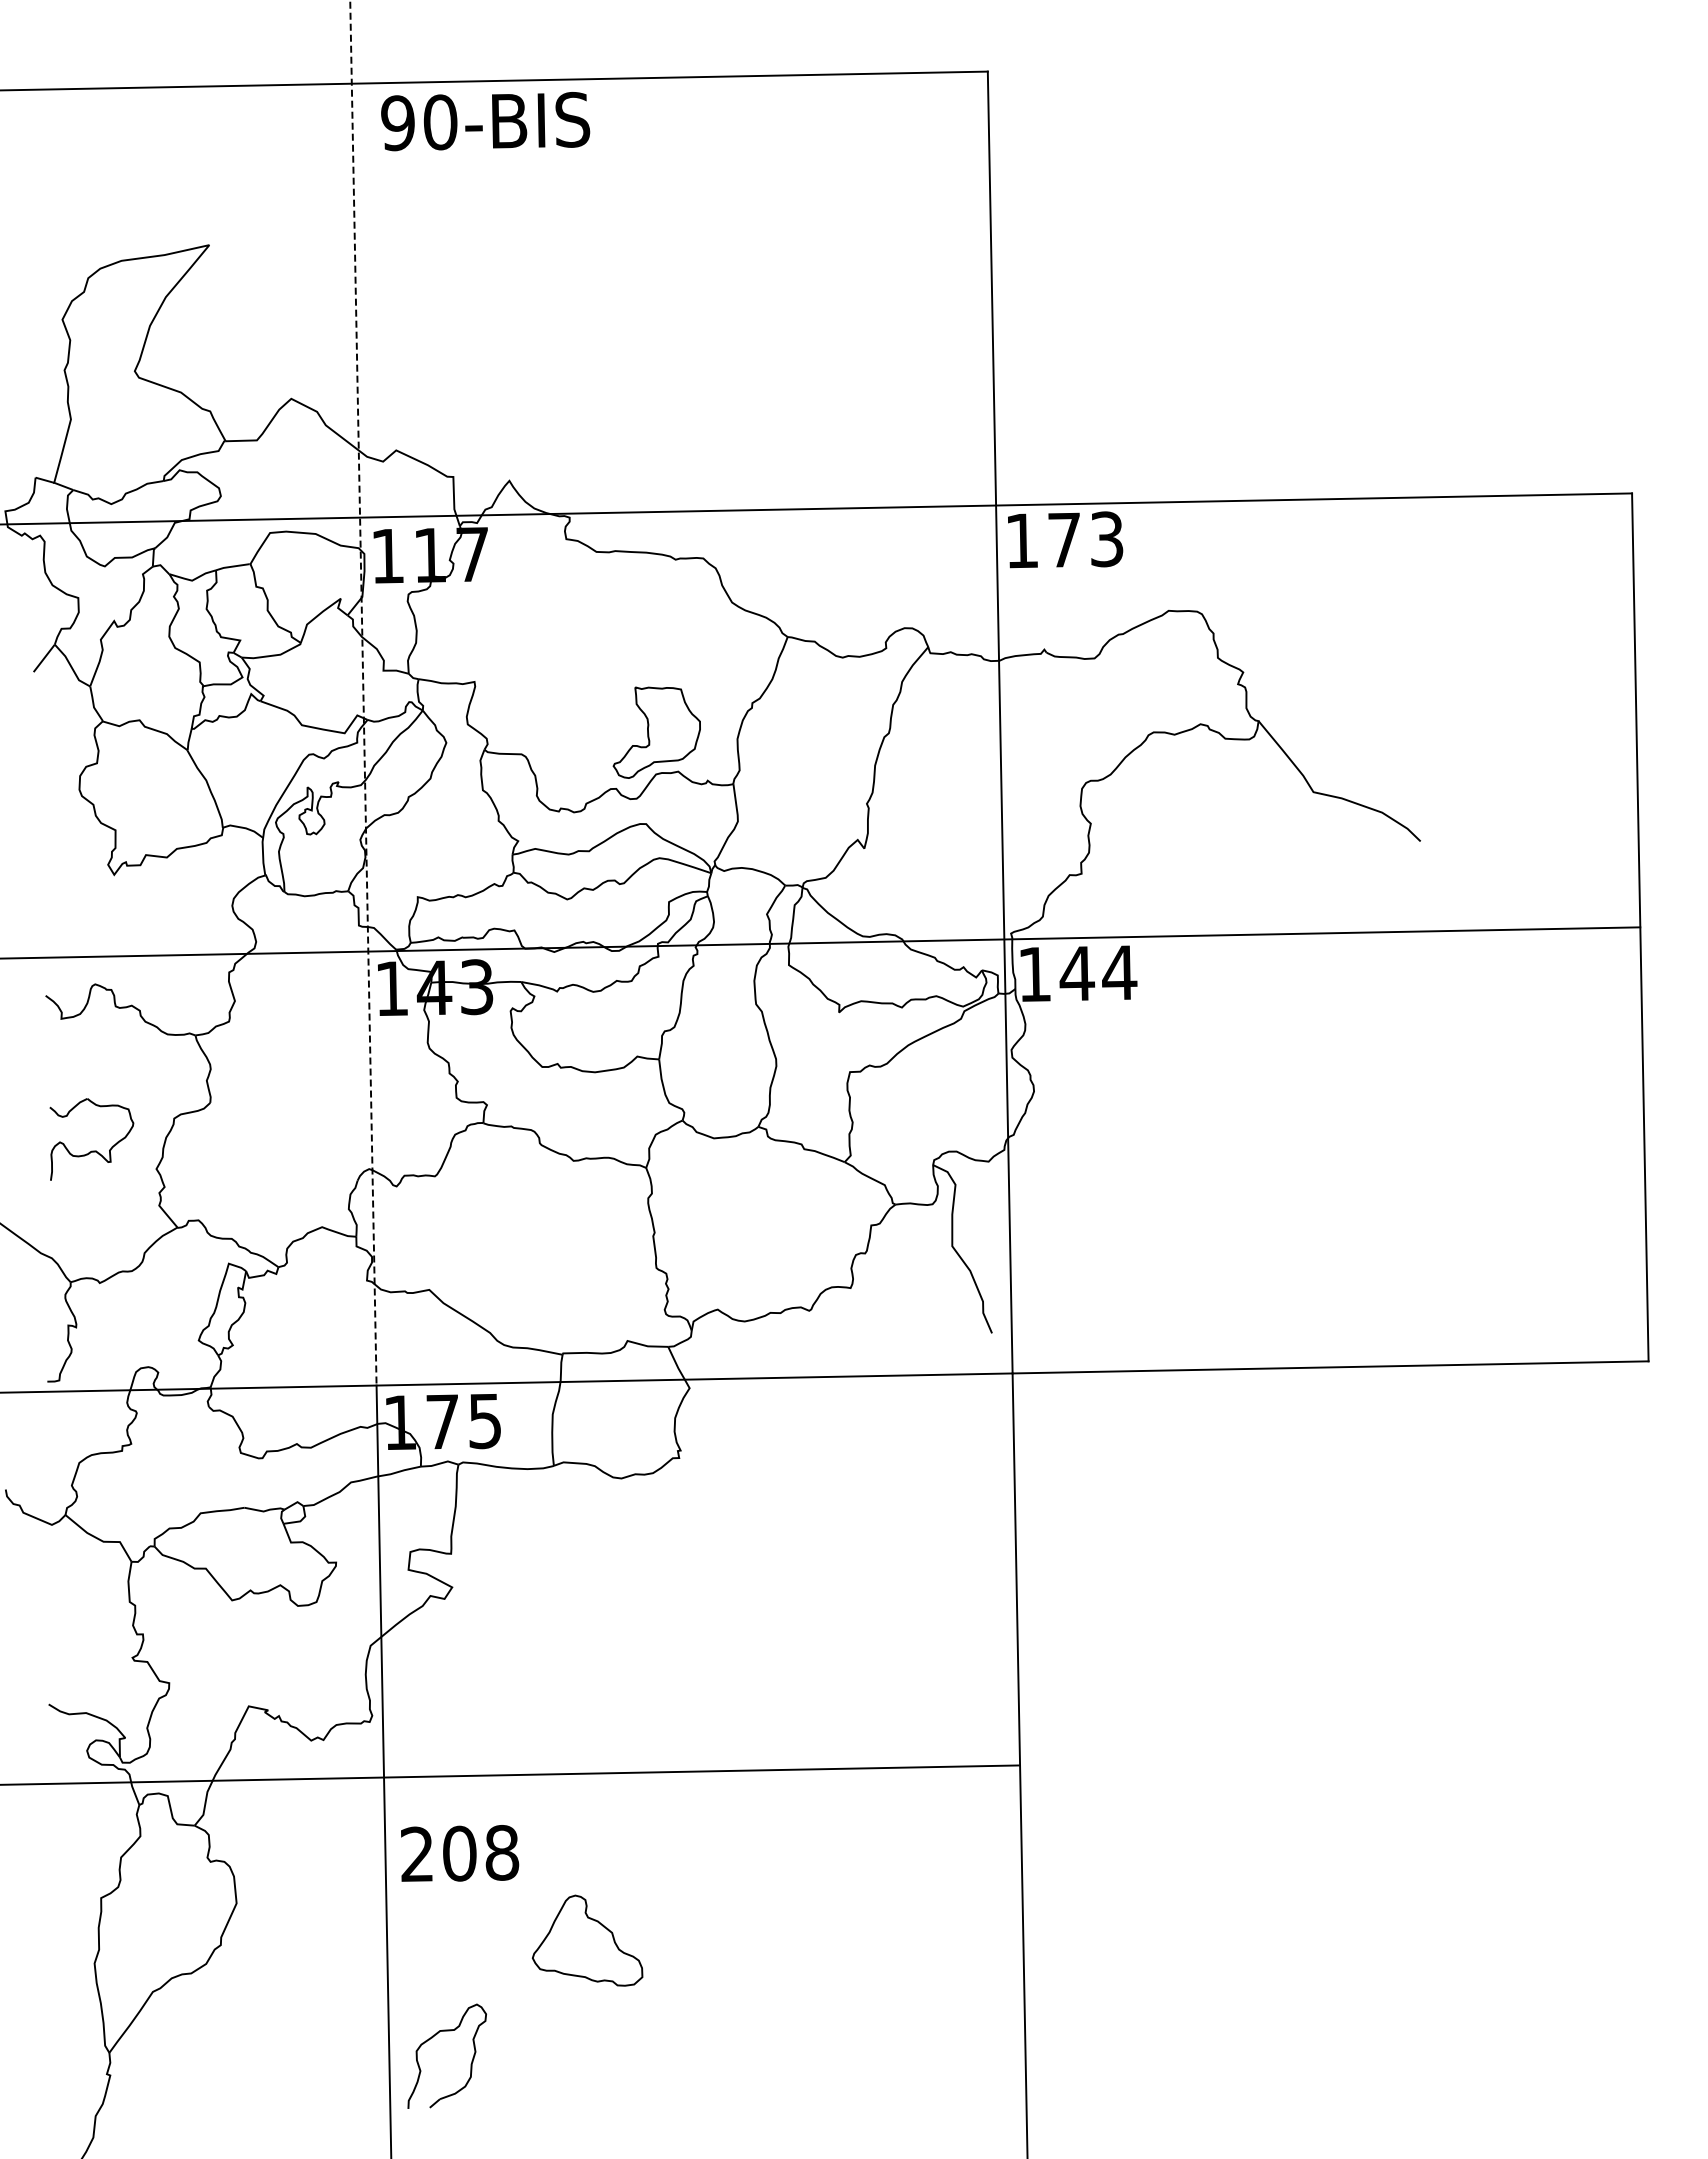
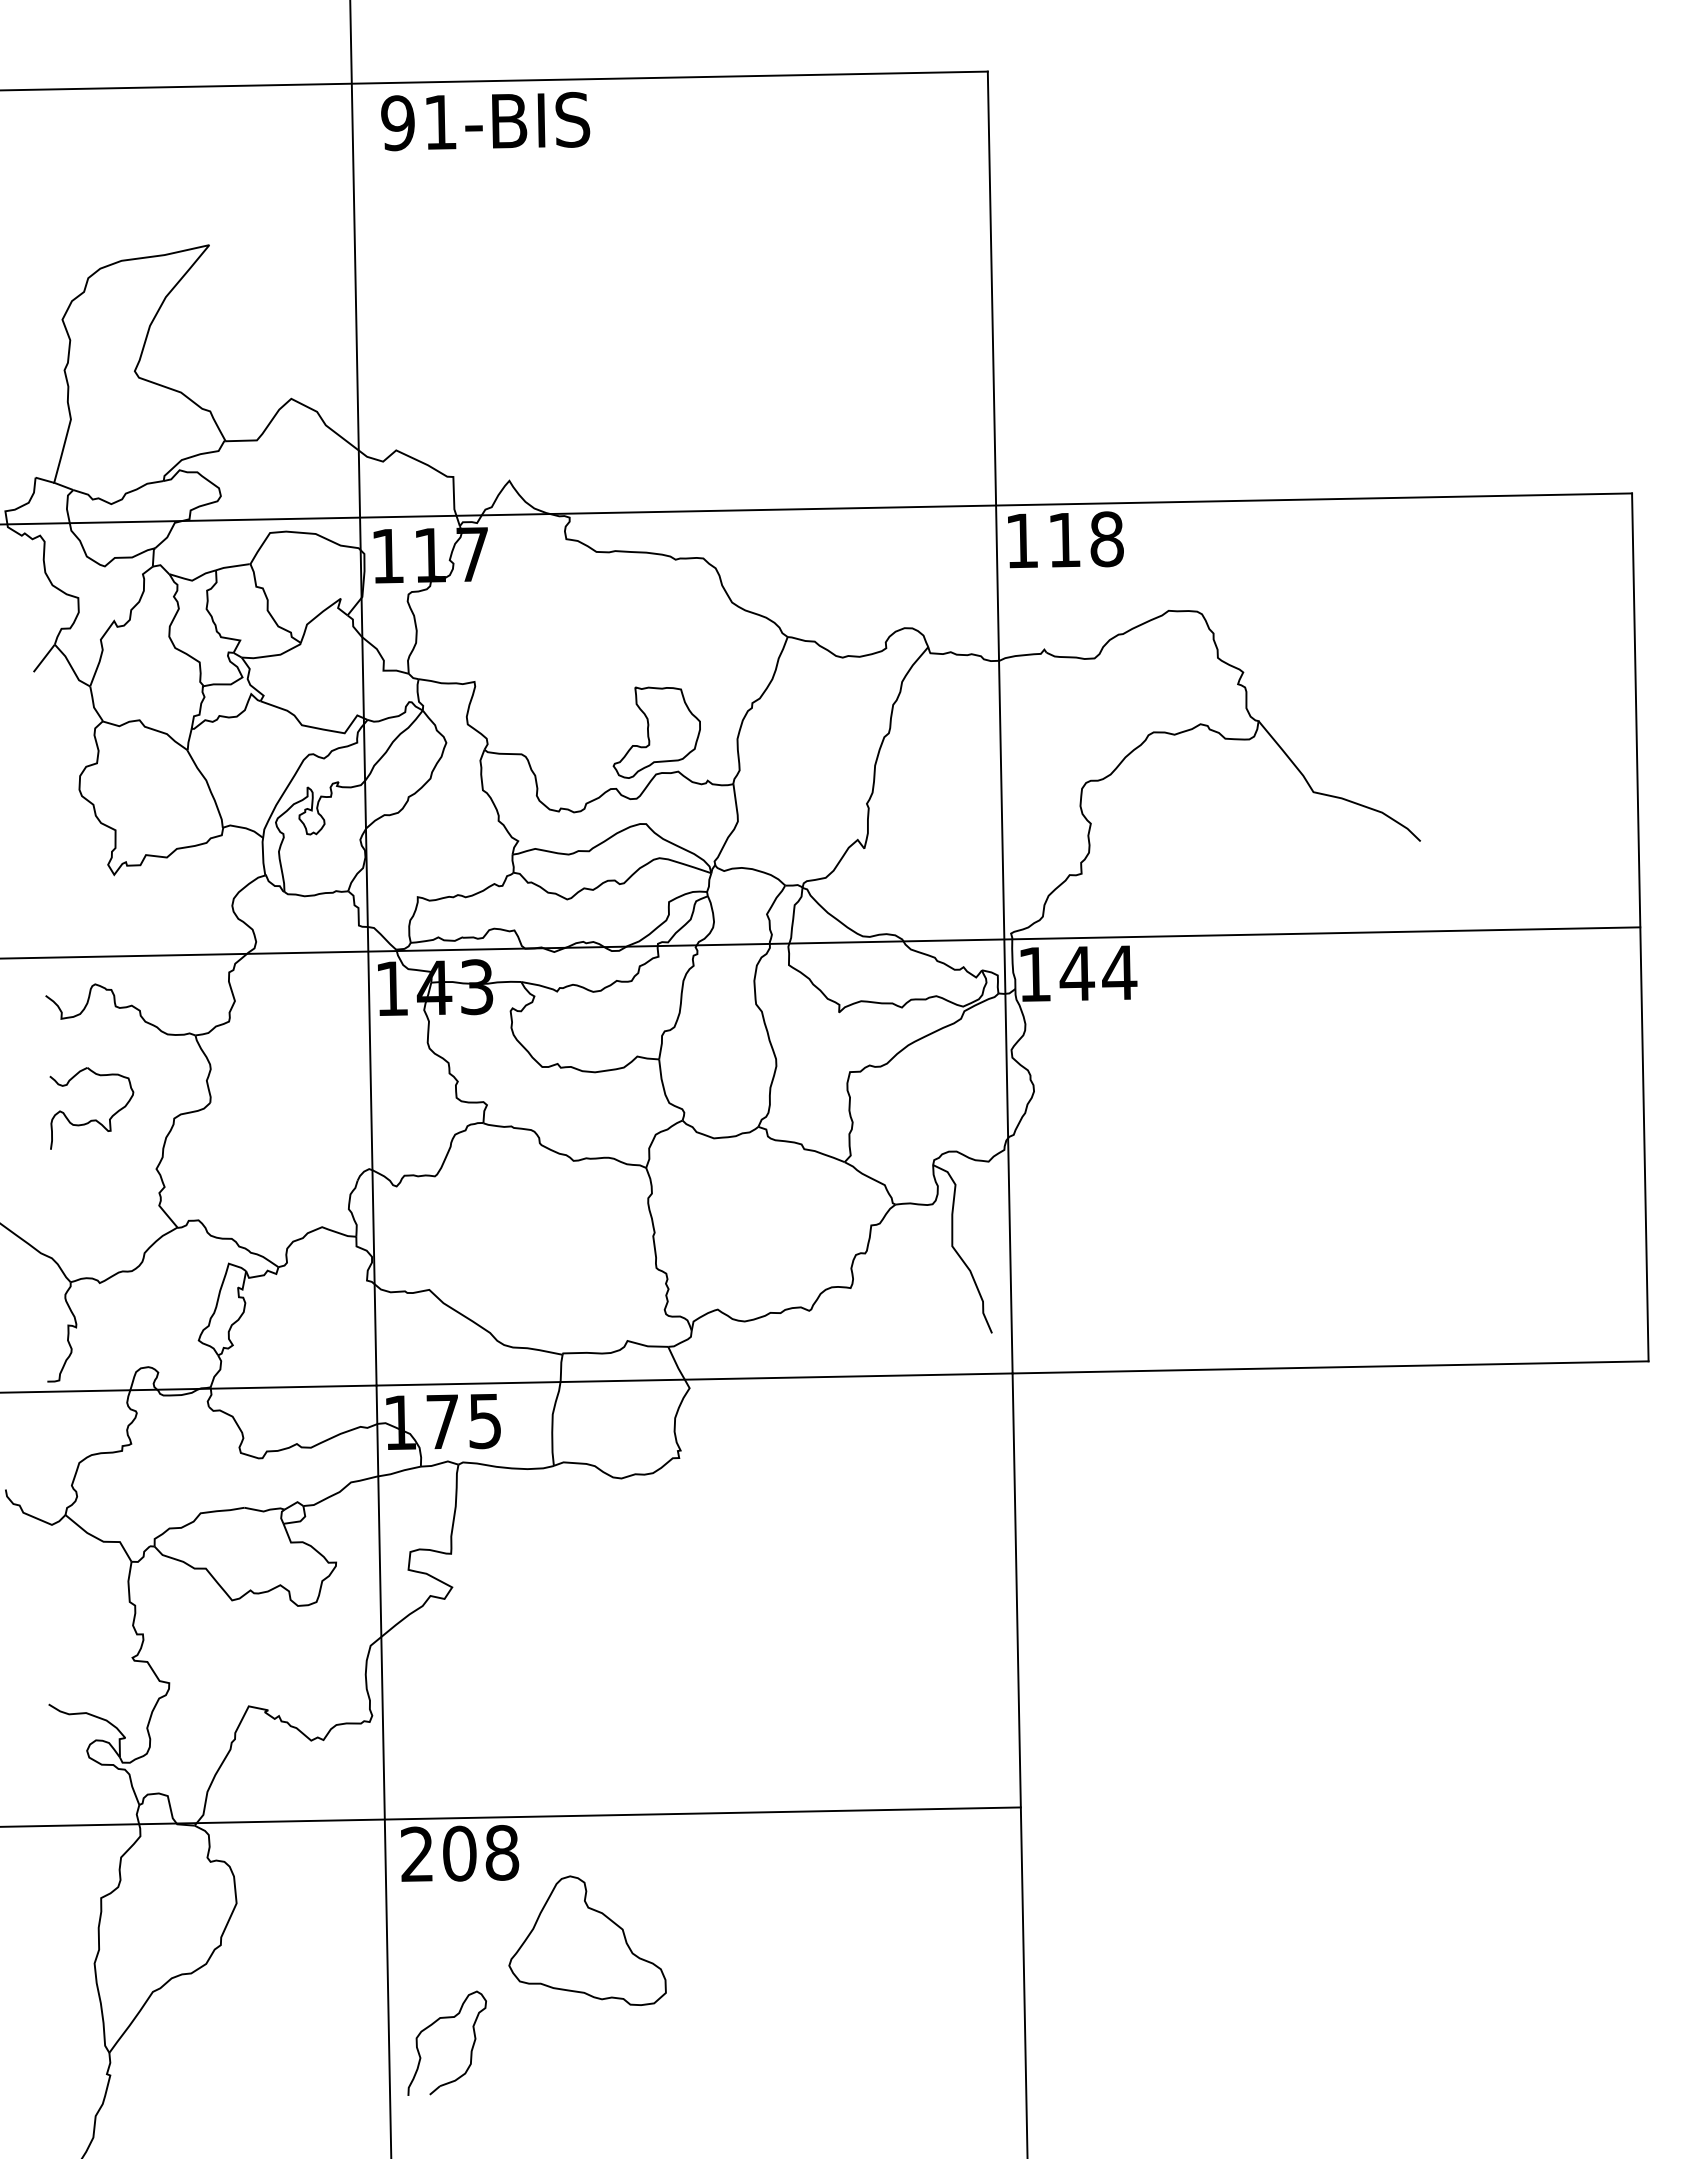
text at (440, 122): 90-BIS -> 91-BIS
text at (1085, 539): 173 -> 118
line at (363, 693): dashed -> solid
part at (91, 1150) position: (91, 1150) -> (91, 1119)
line at (510, 1774) position: (510, 1774) -> (511, 1816)
part at (587, 1940) size: 113x93 px -> 159x131 px
part at (432, 2038) position: (432, 2038) -> (432, 2025)
